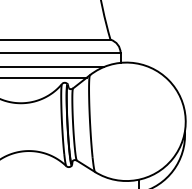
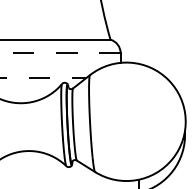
line at (60, 53): solid -> dashed
line at (52, 67): present -> none
line at (43, 77): solid -> dashed
